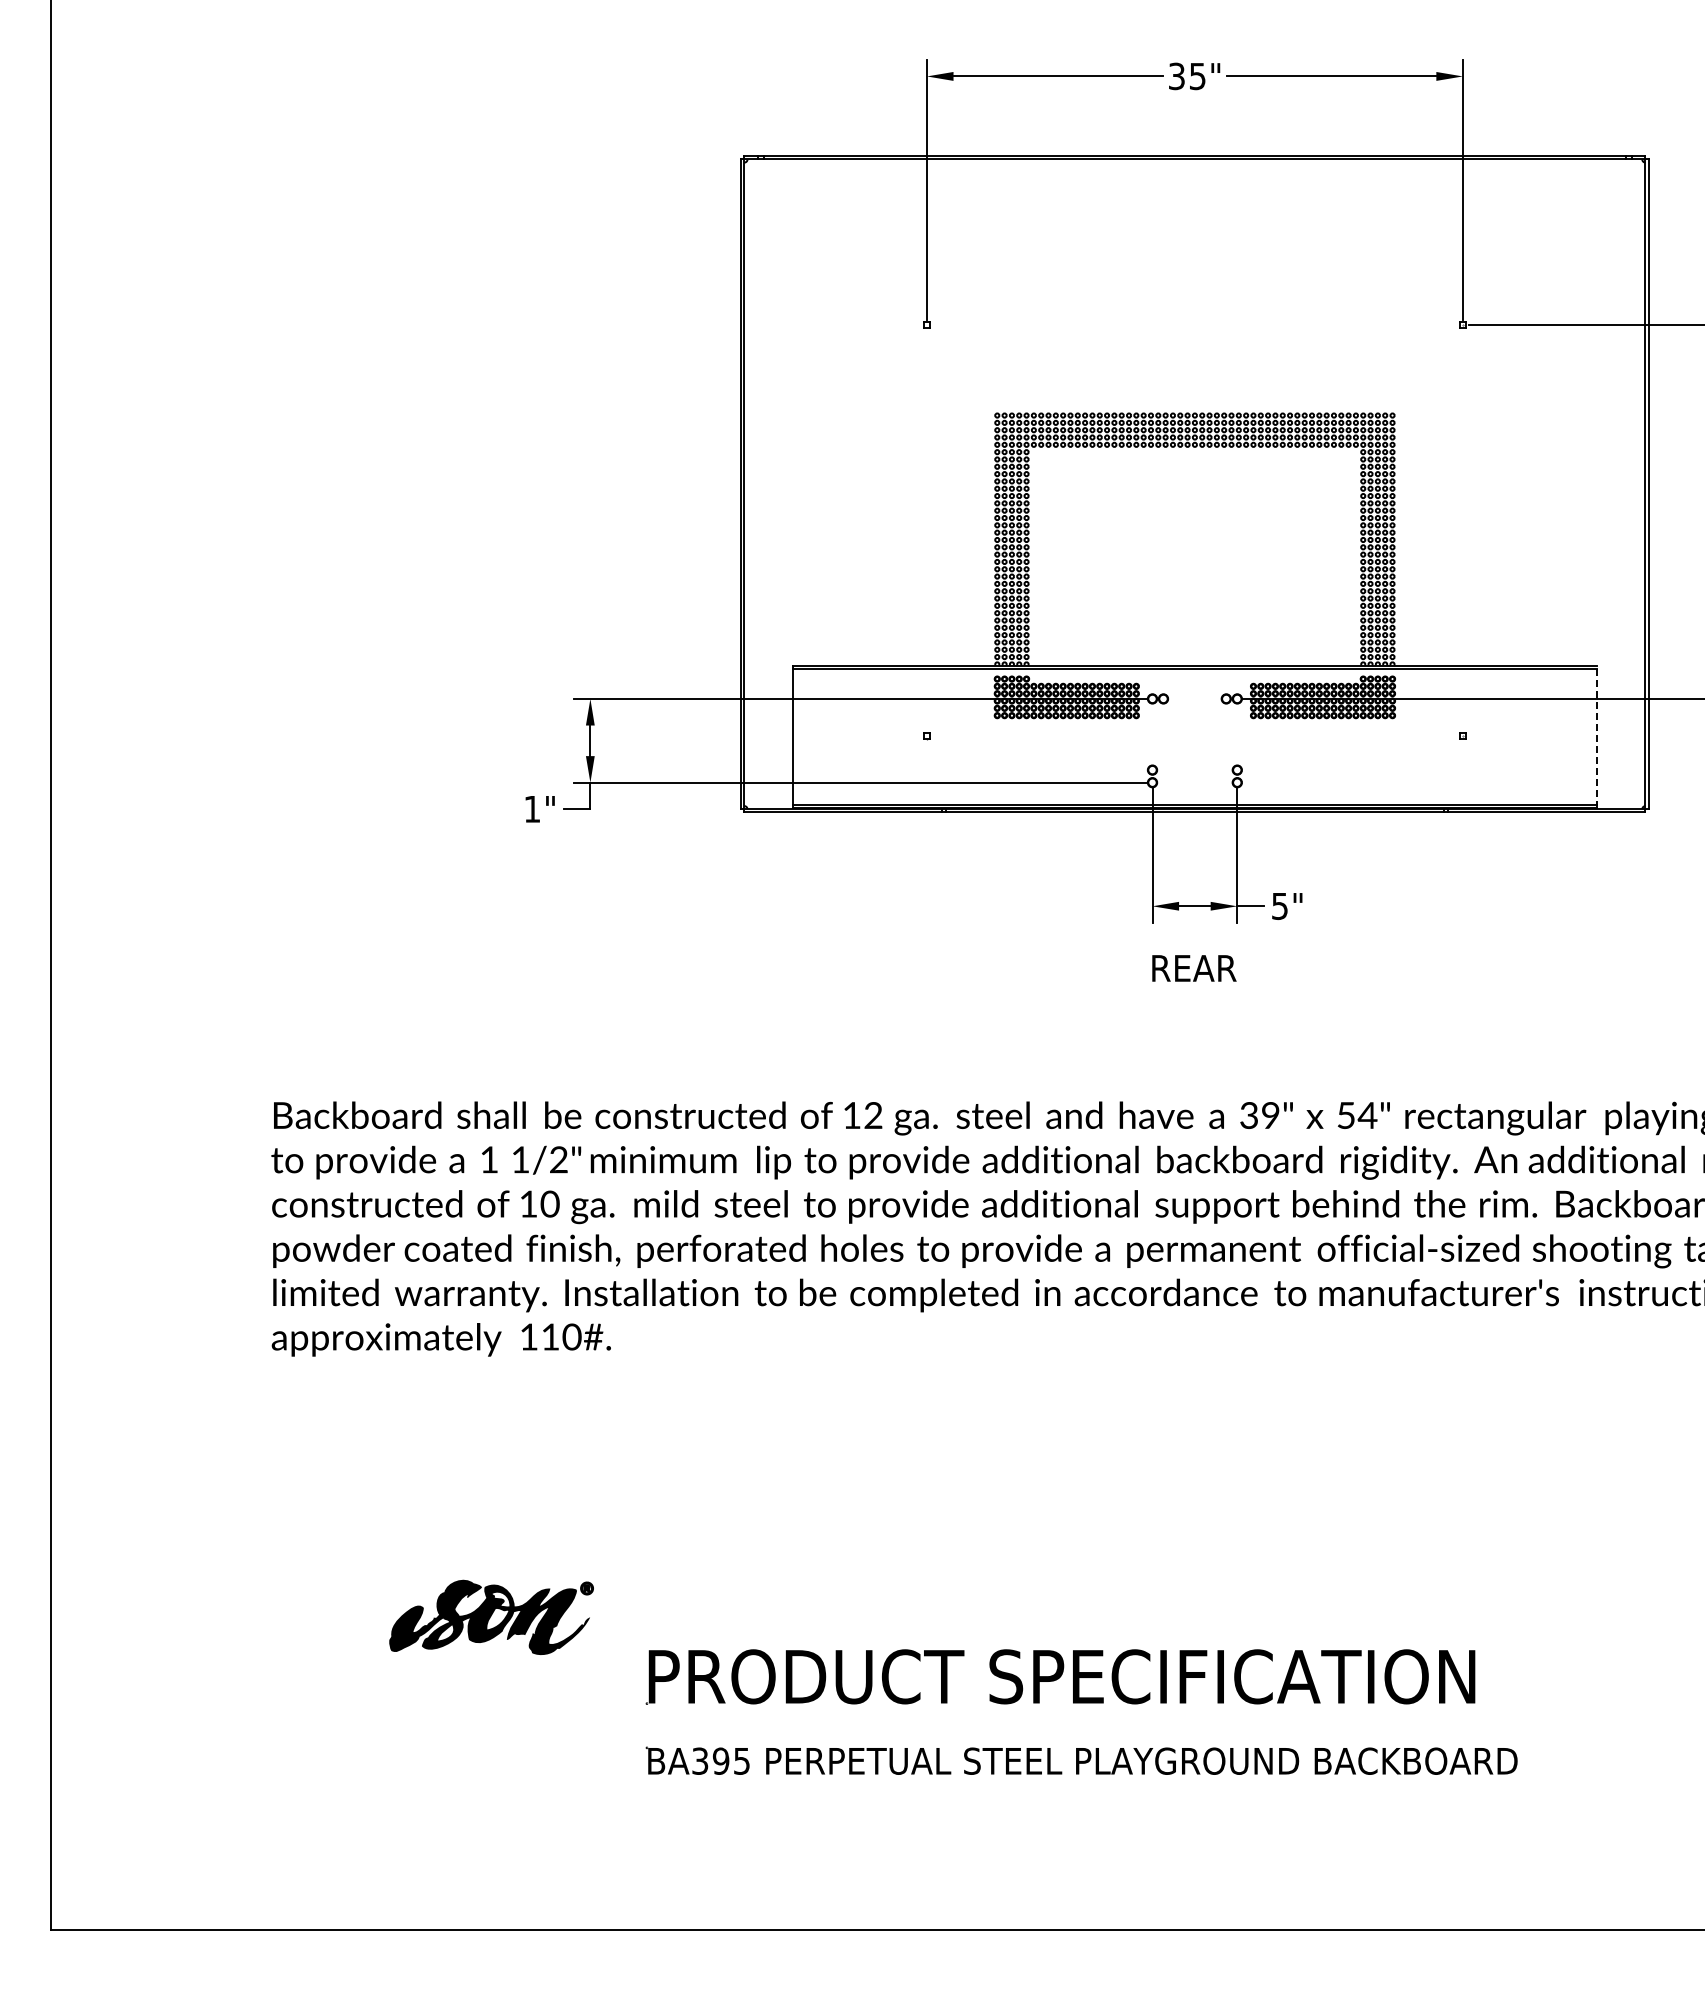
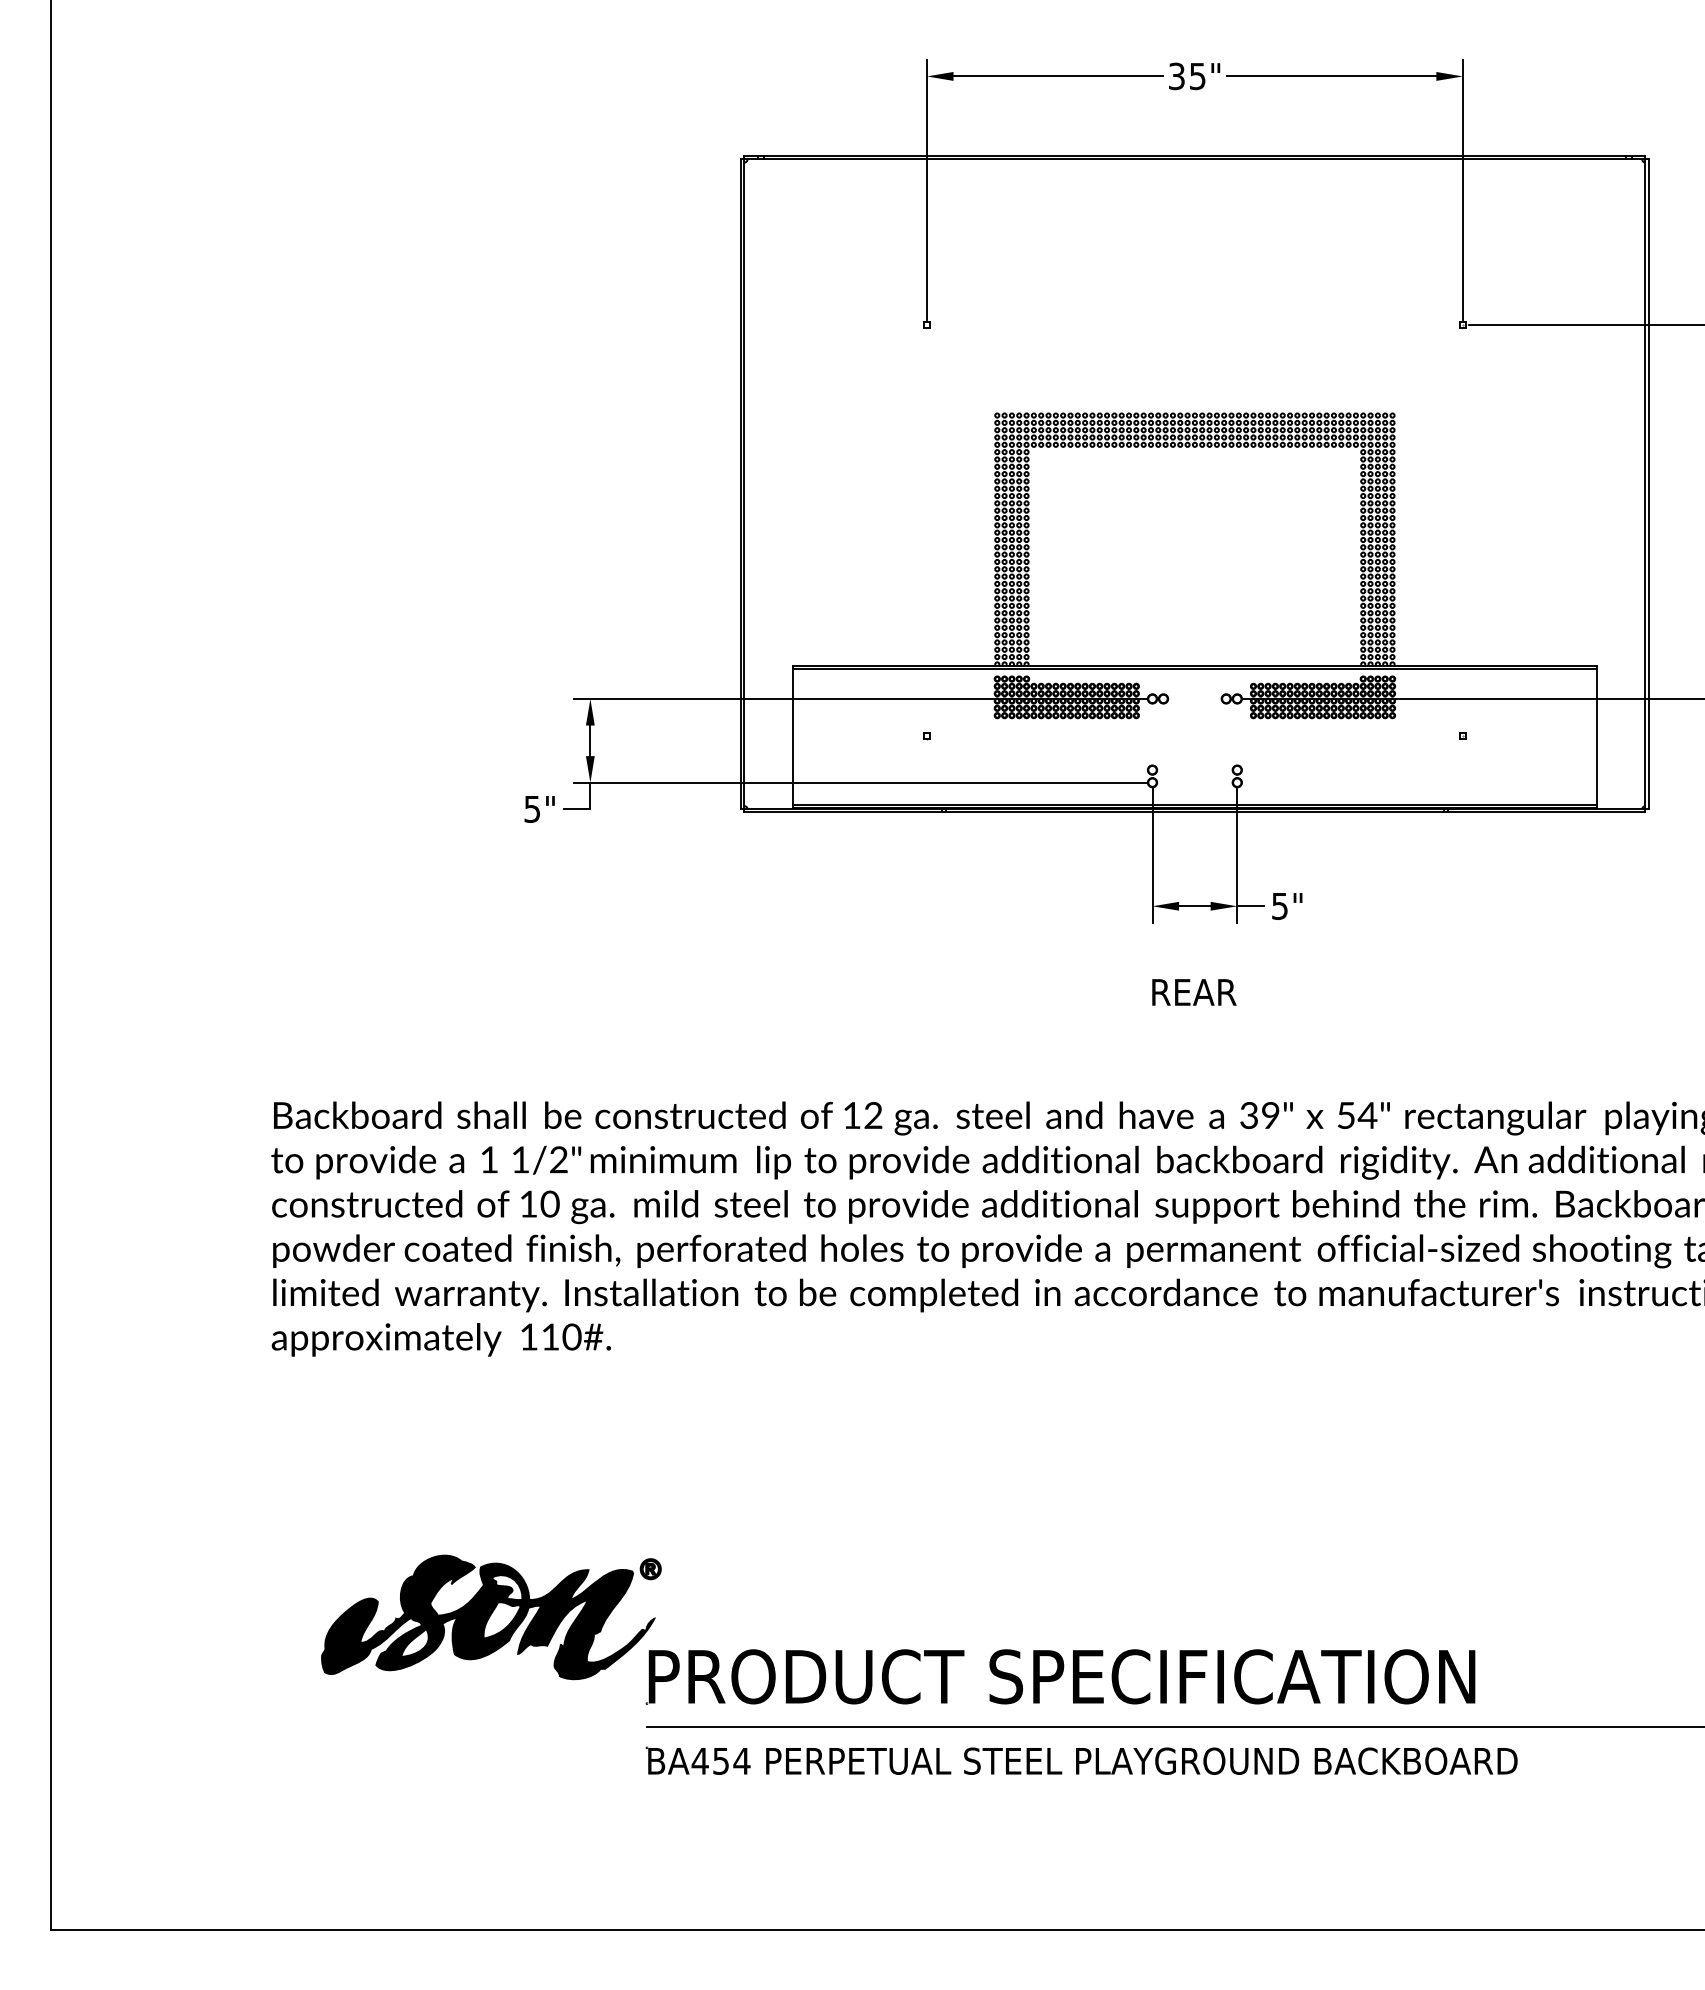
line at (1596, 736): dashed -> solid
text at (531, 809): 1" -> 5"
text at (1194, 968) position: (1194, 968) -> (1194, 992)
part at (491, 1616) size: 205x76 px -> 341x127 px
line at (1173, 1727): none -> present
text at (720, 1760): BA395 -> BA454
